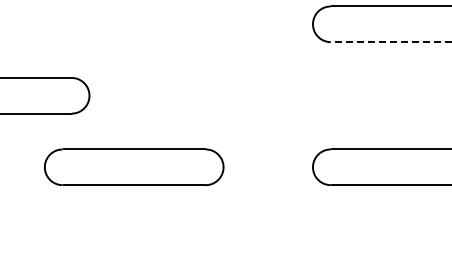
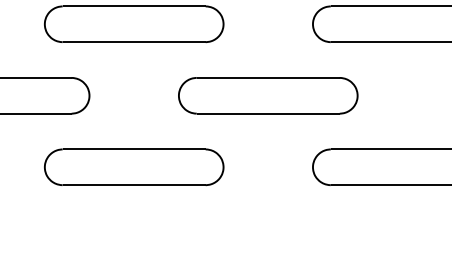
part at (134, 23): none -> present
line at (391, 42): dashed -> solid
part at (268, 95): none -> present
